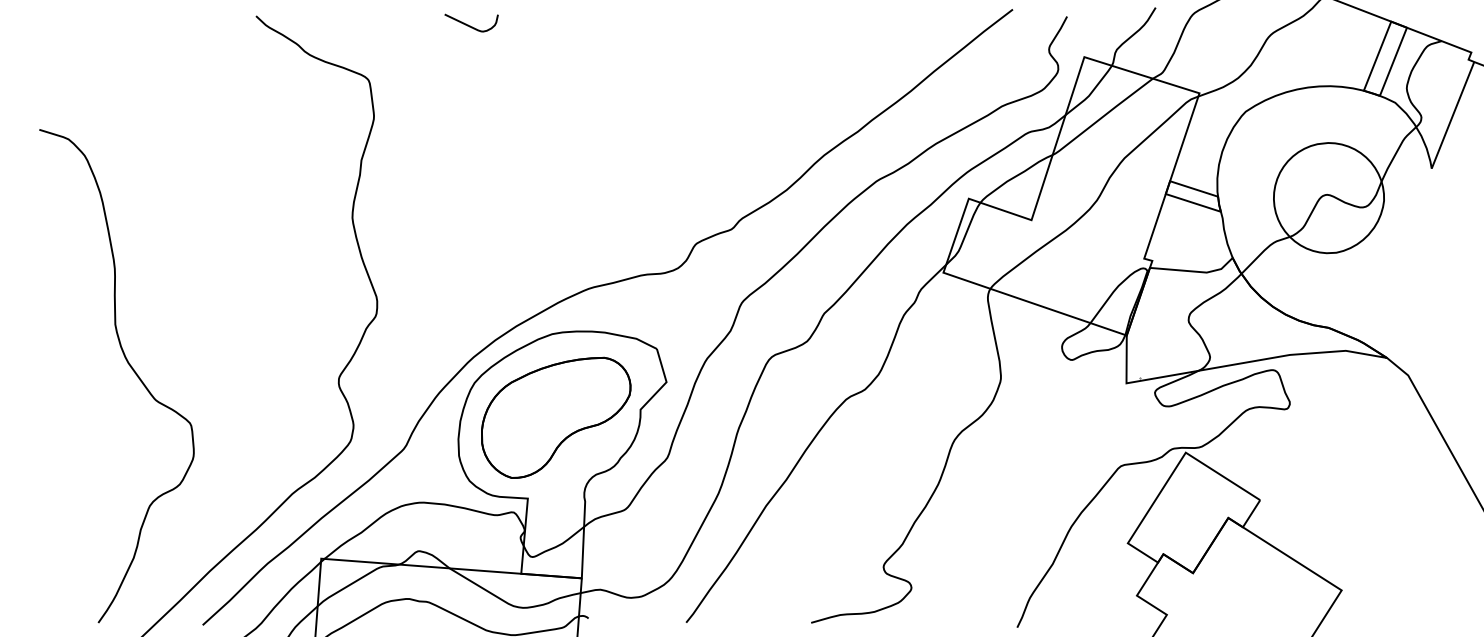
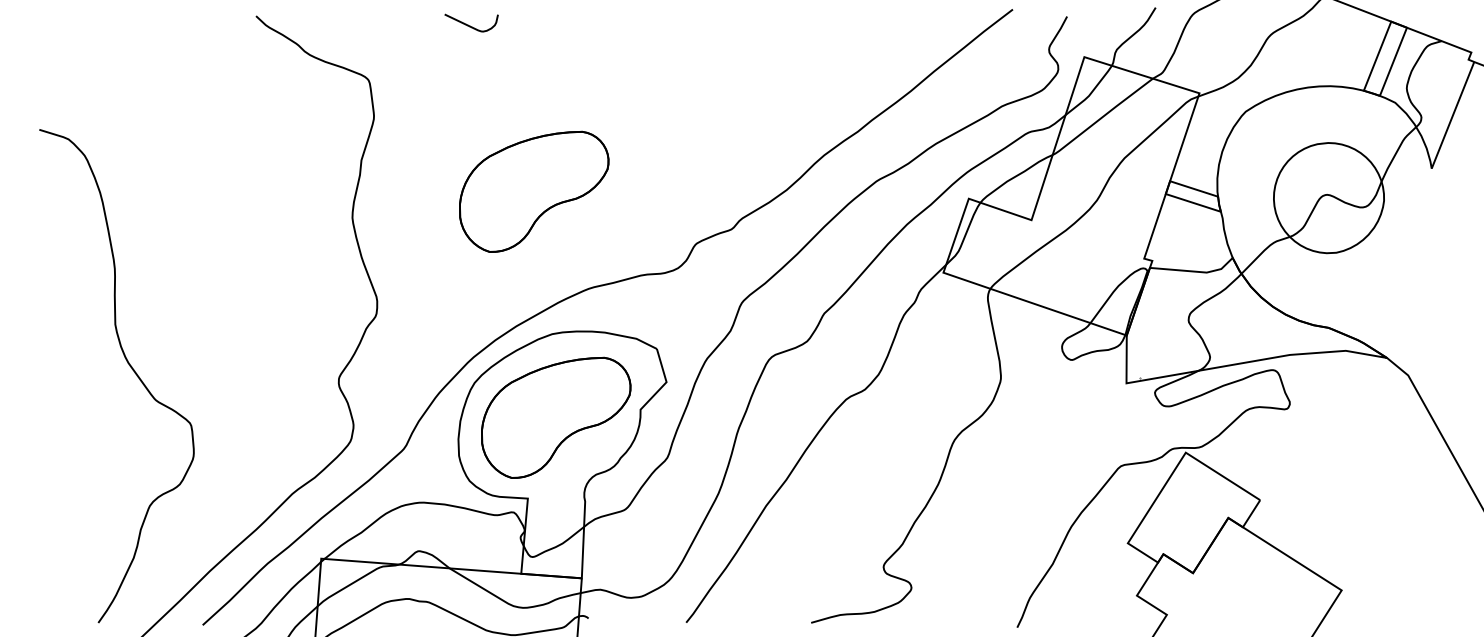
part at (534, 191): none -> present
